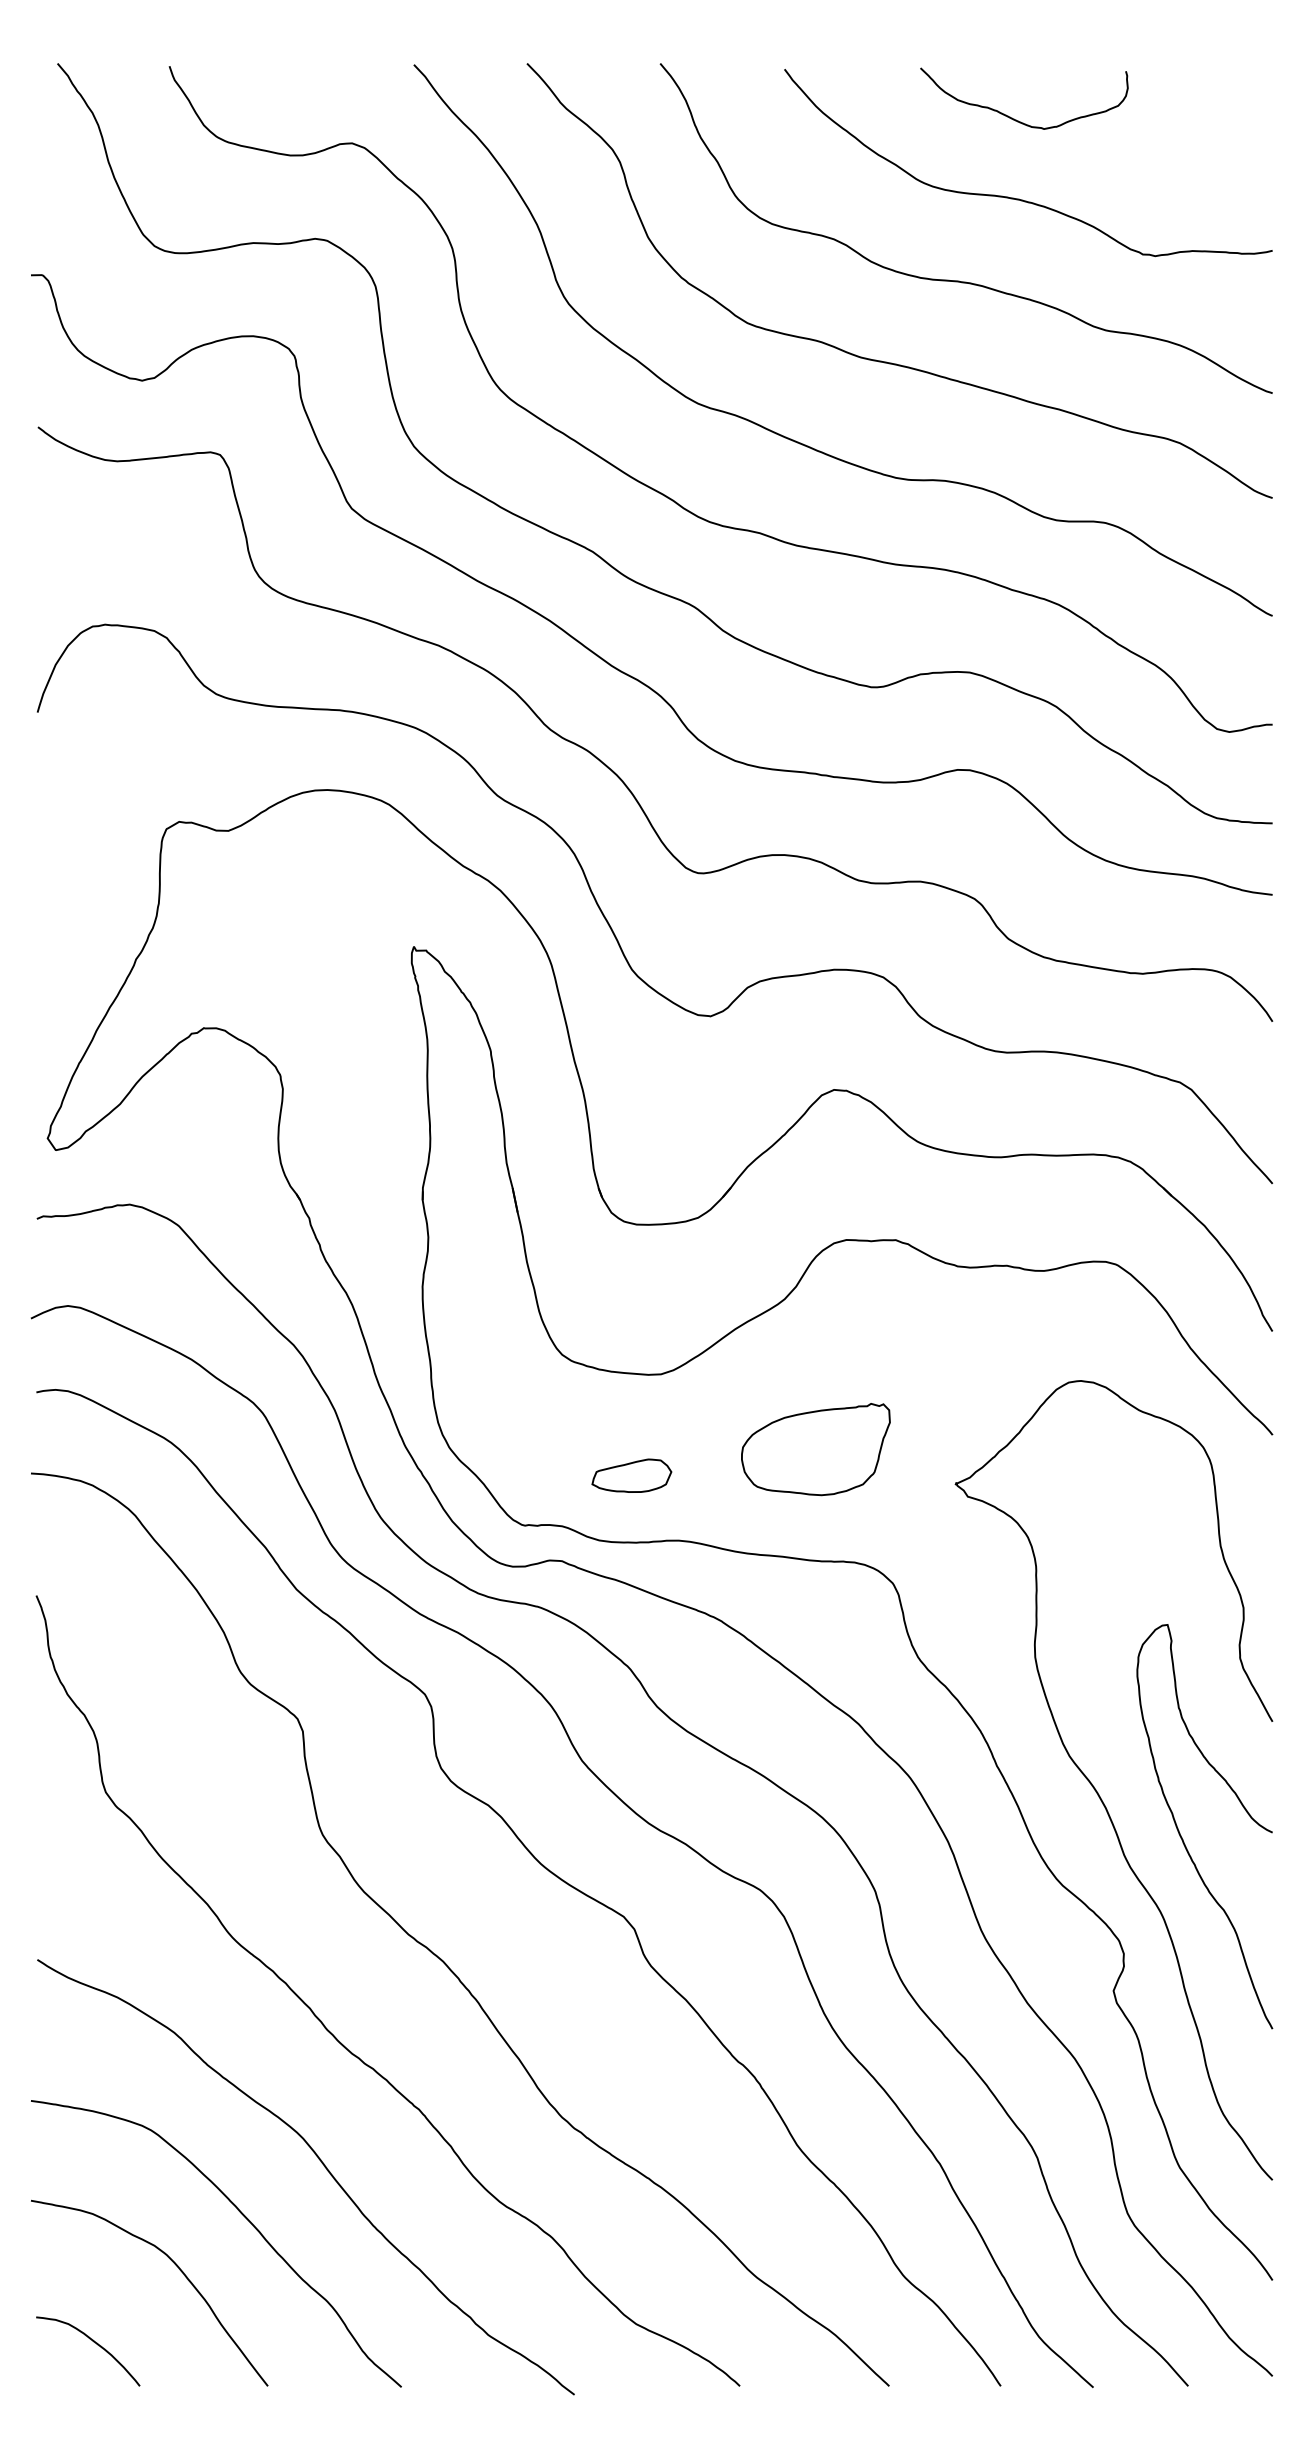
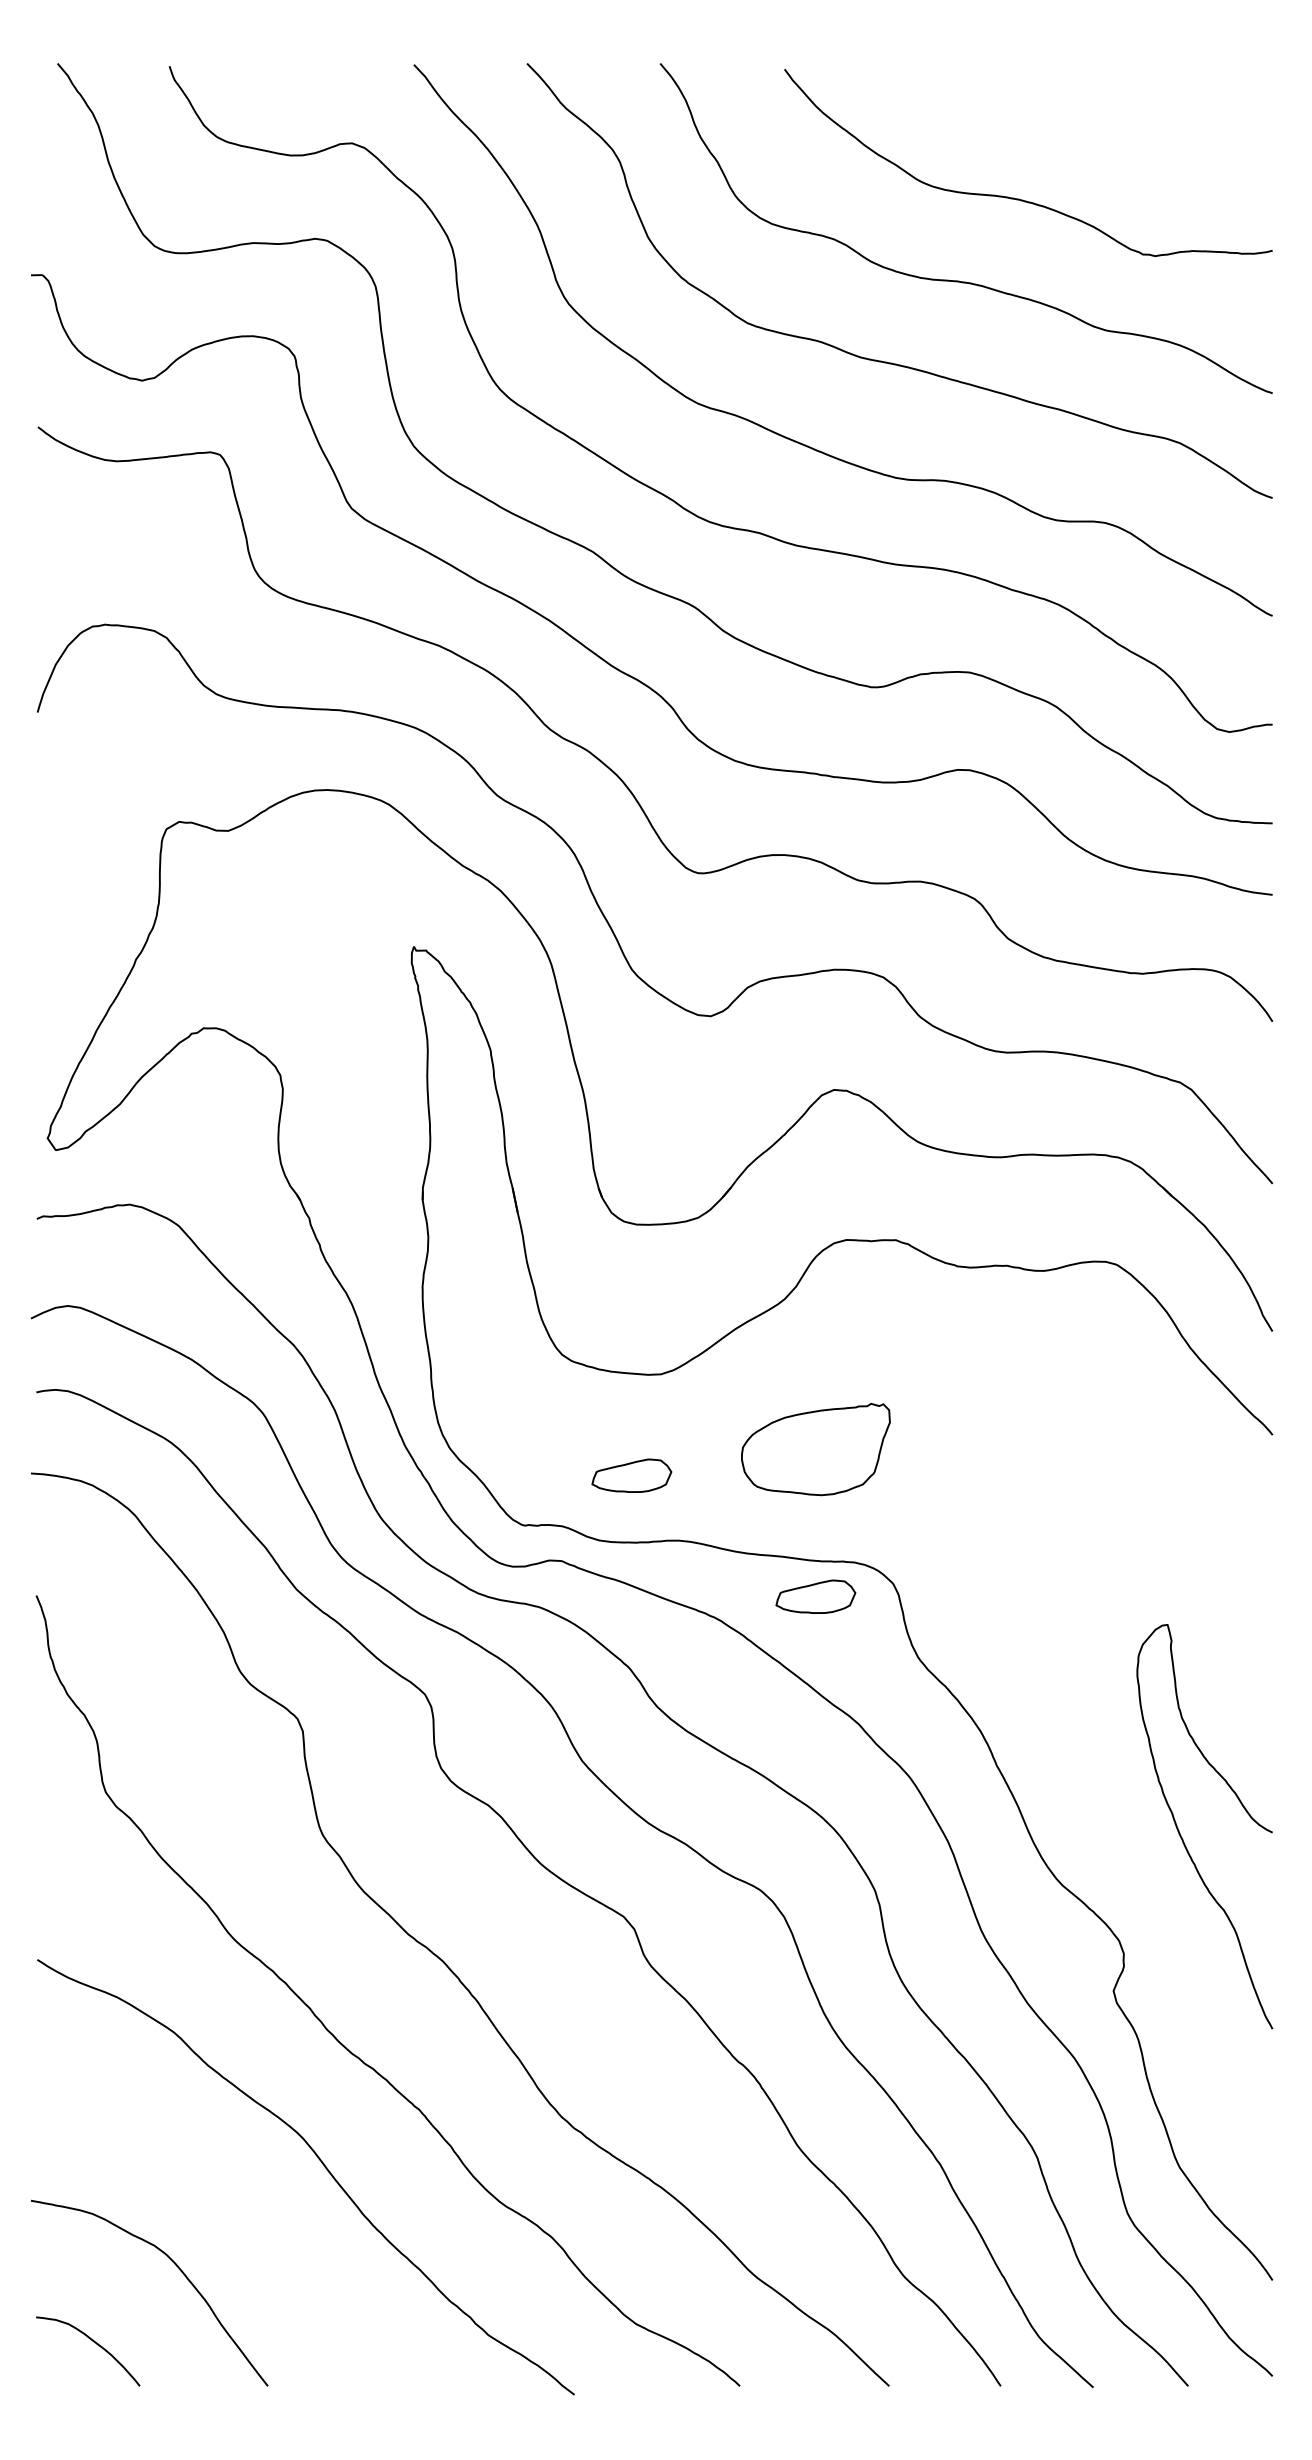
curve at (1014, 118): present -> none
part at (815, 1596): none -> present
curve at (1098, 1792): present -> none
curve at (243, 2216): present -> none
